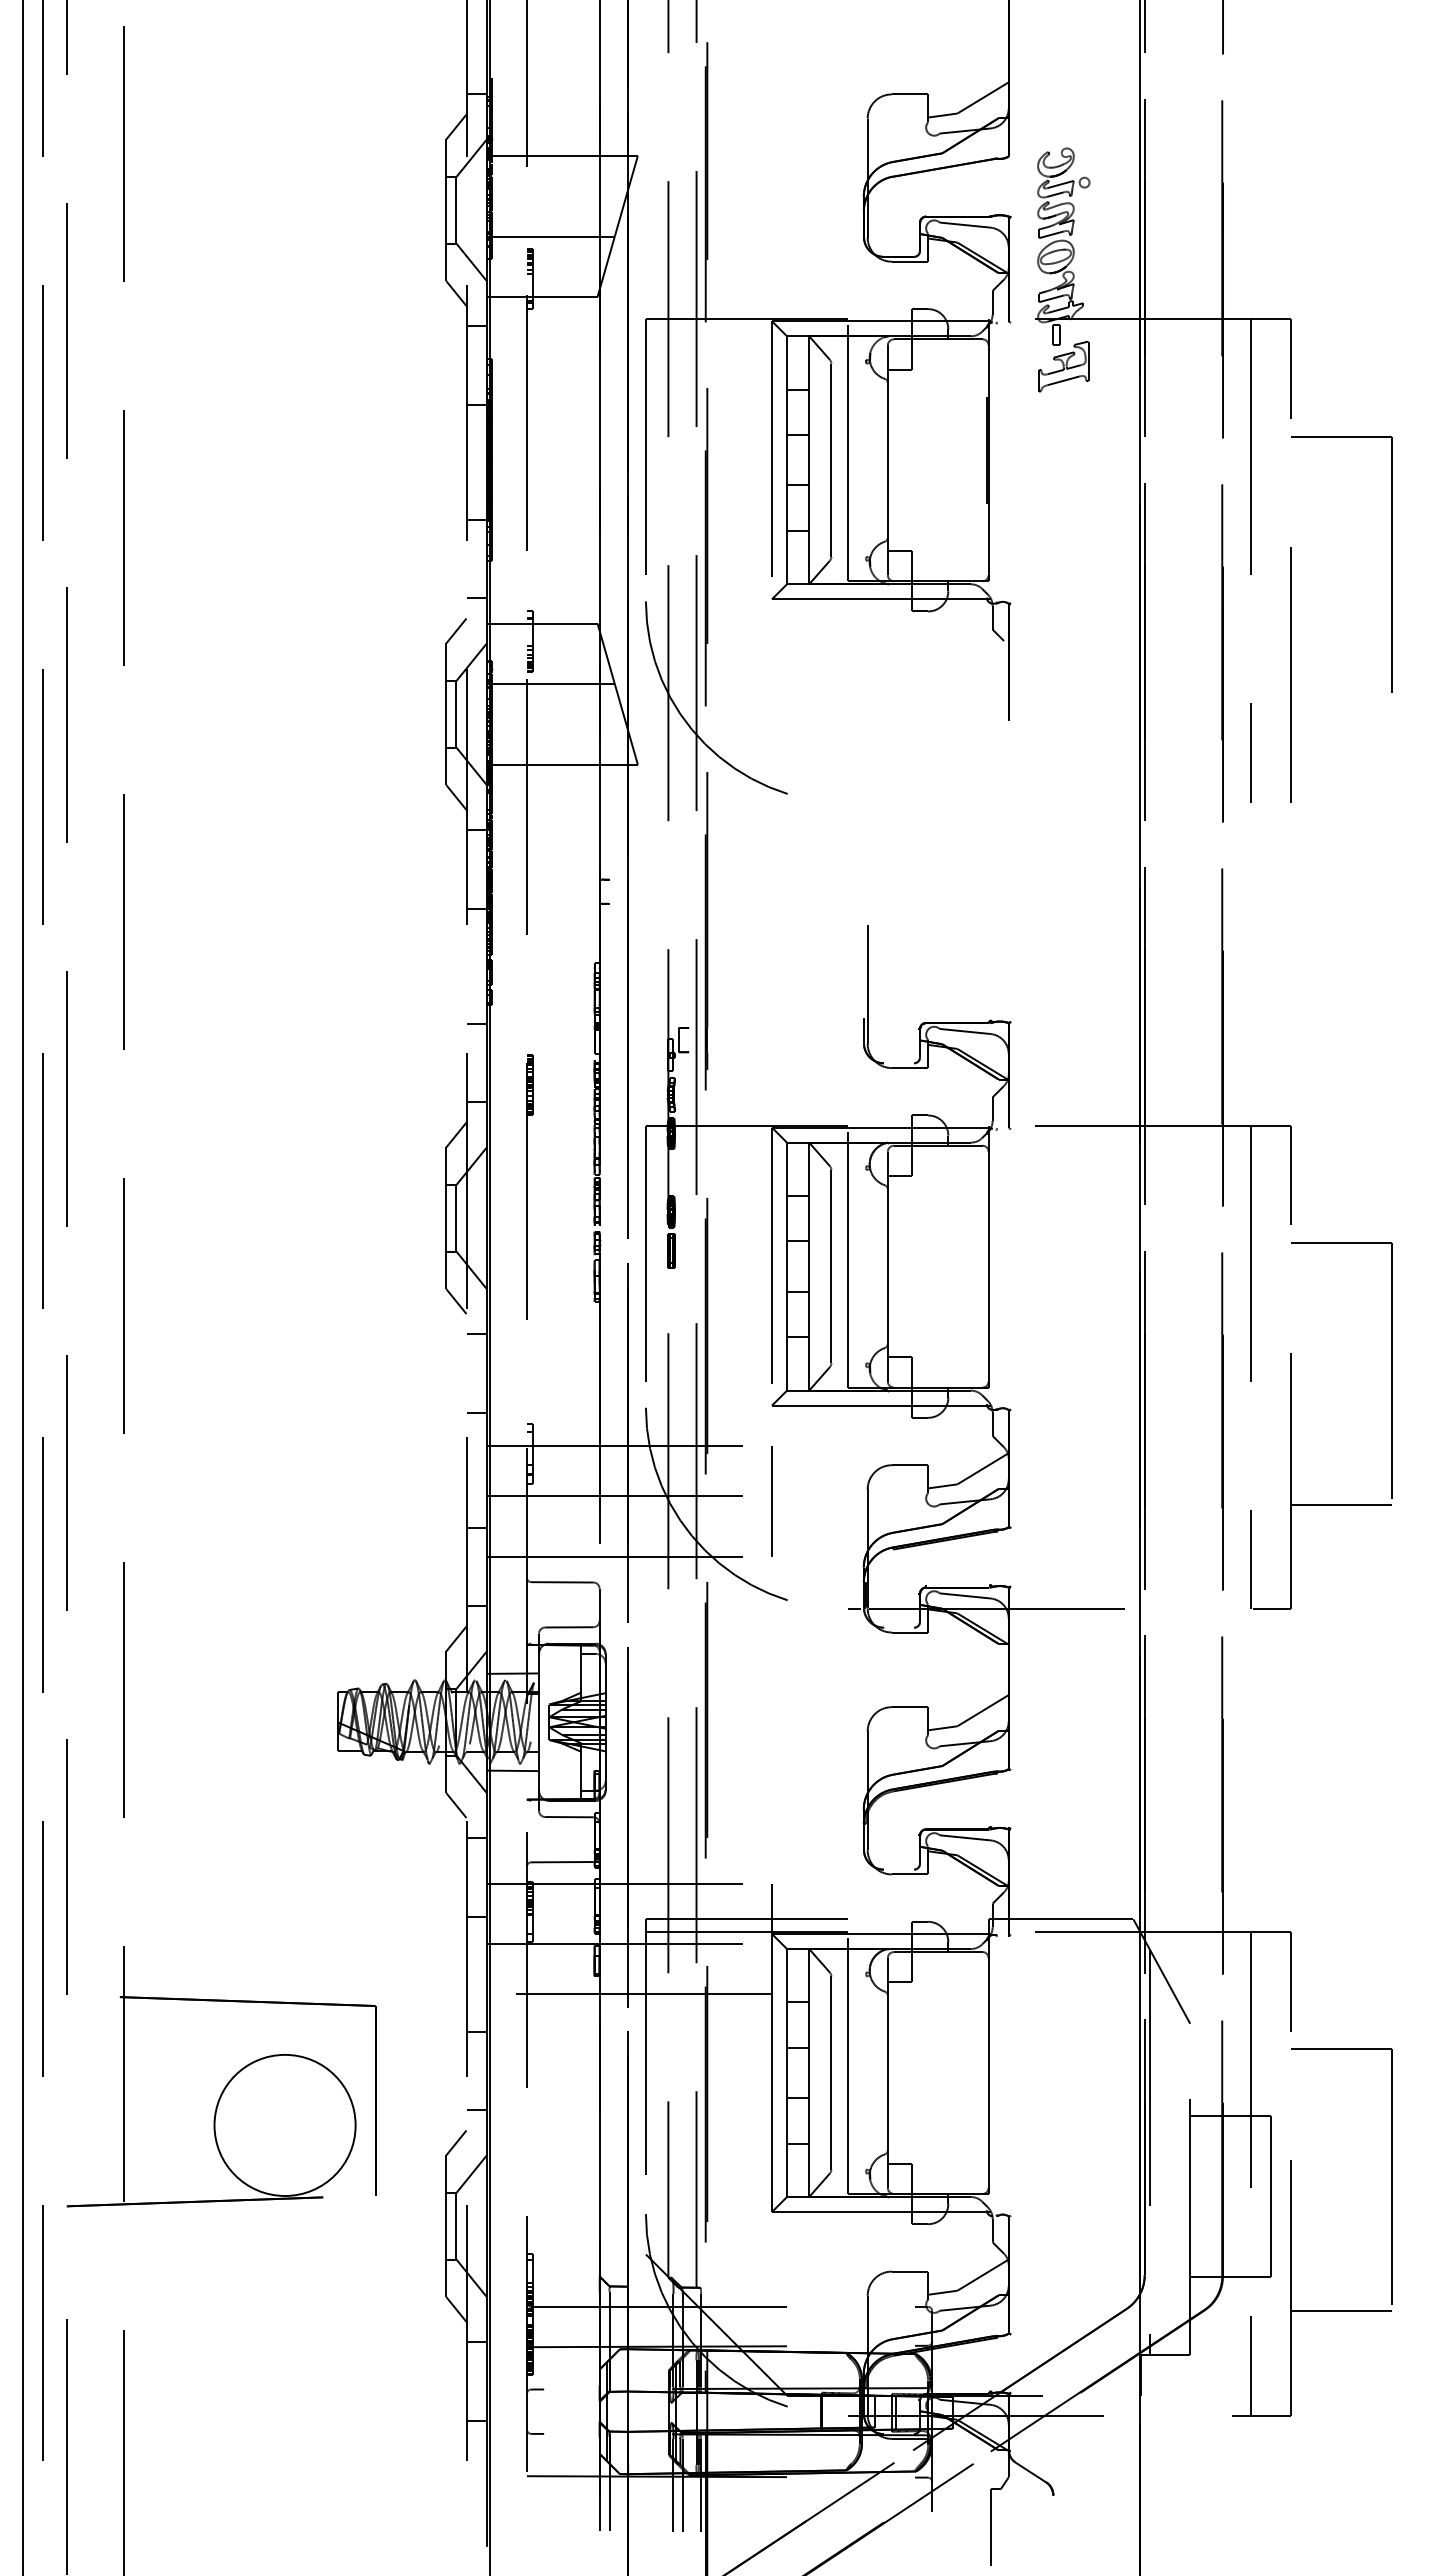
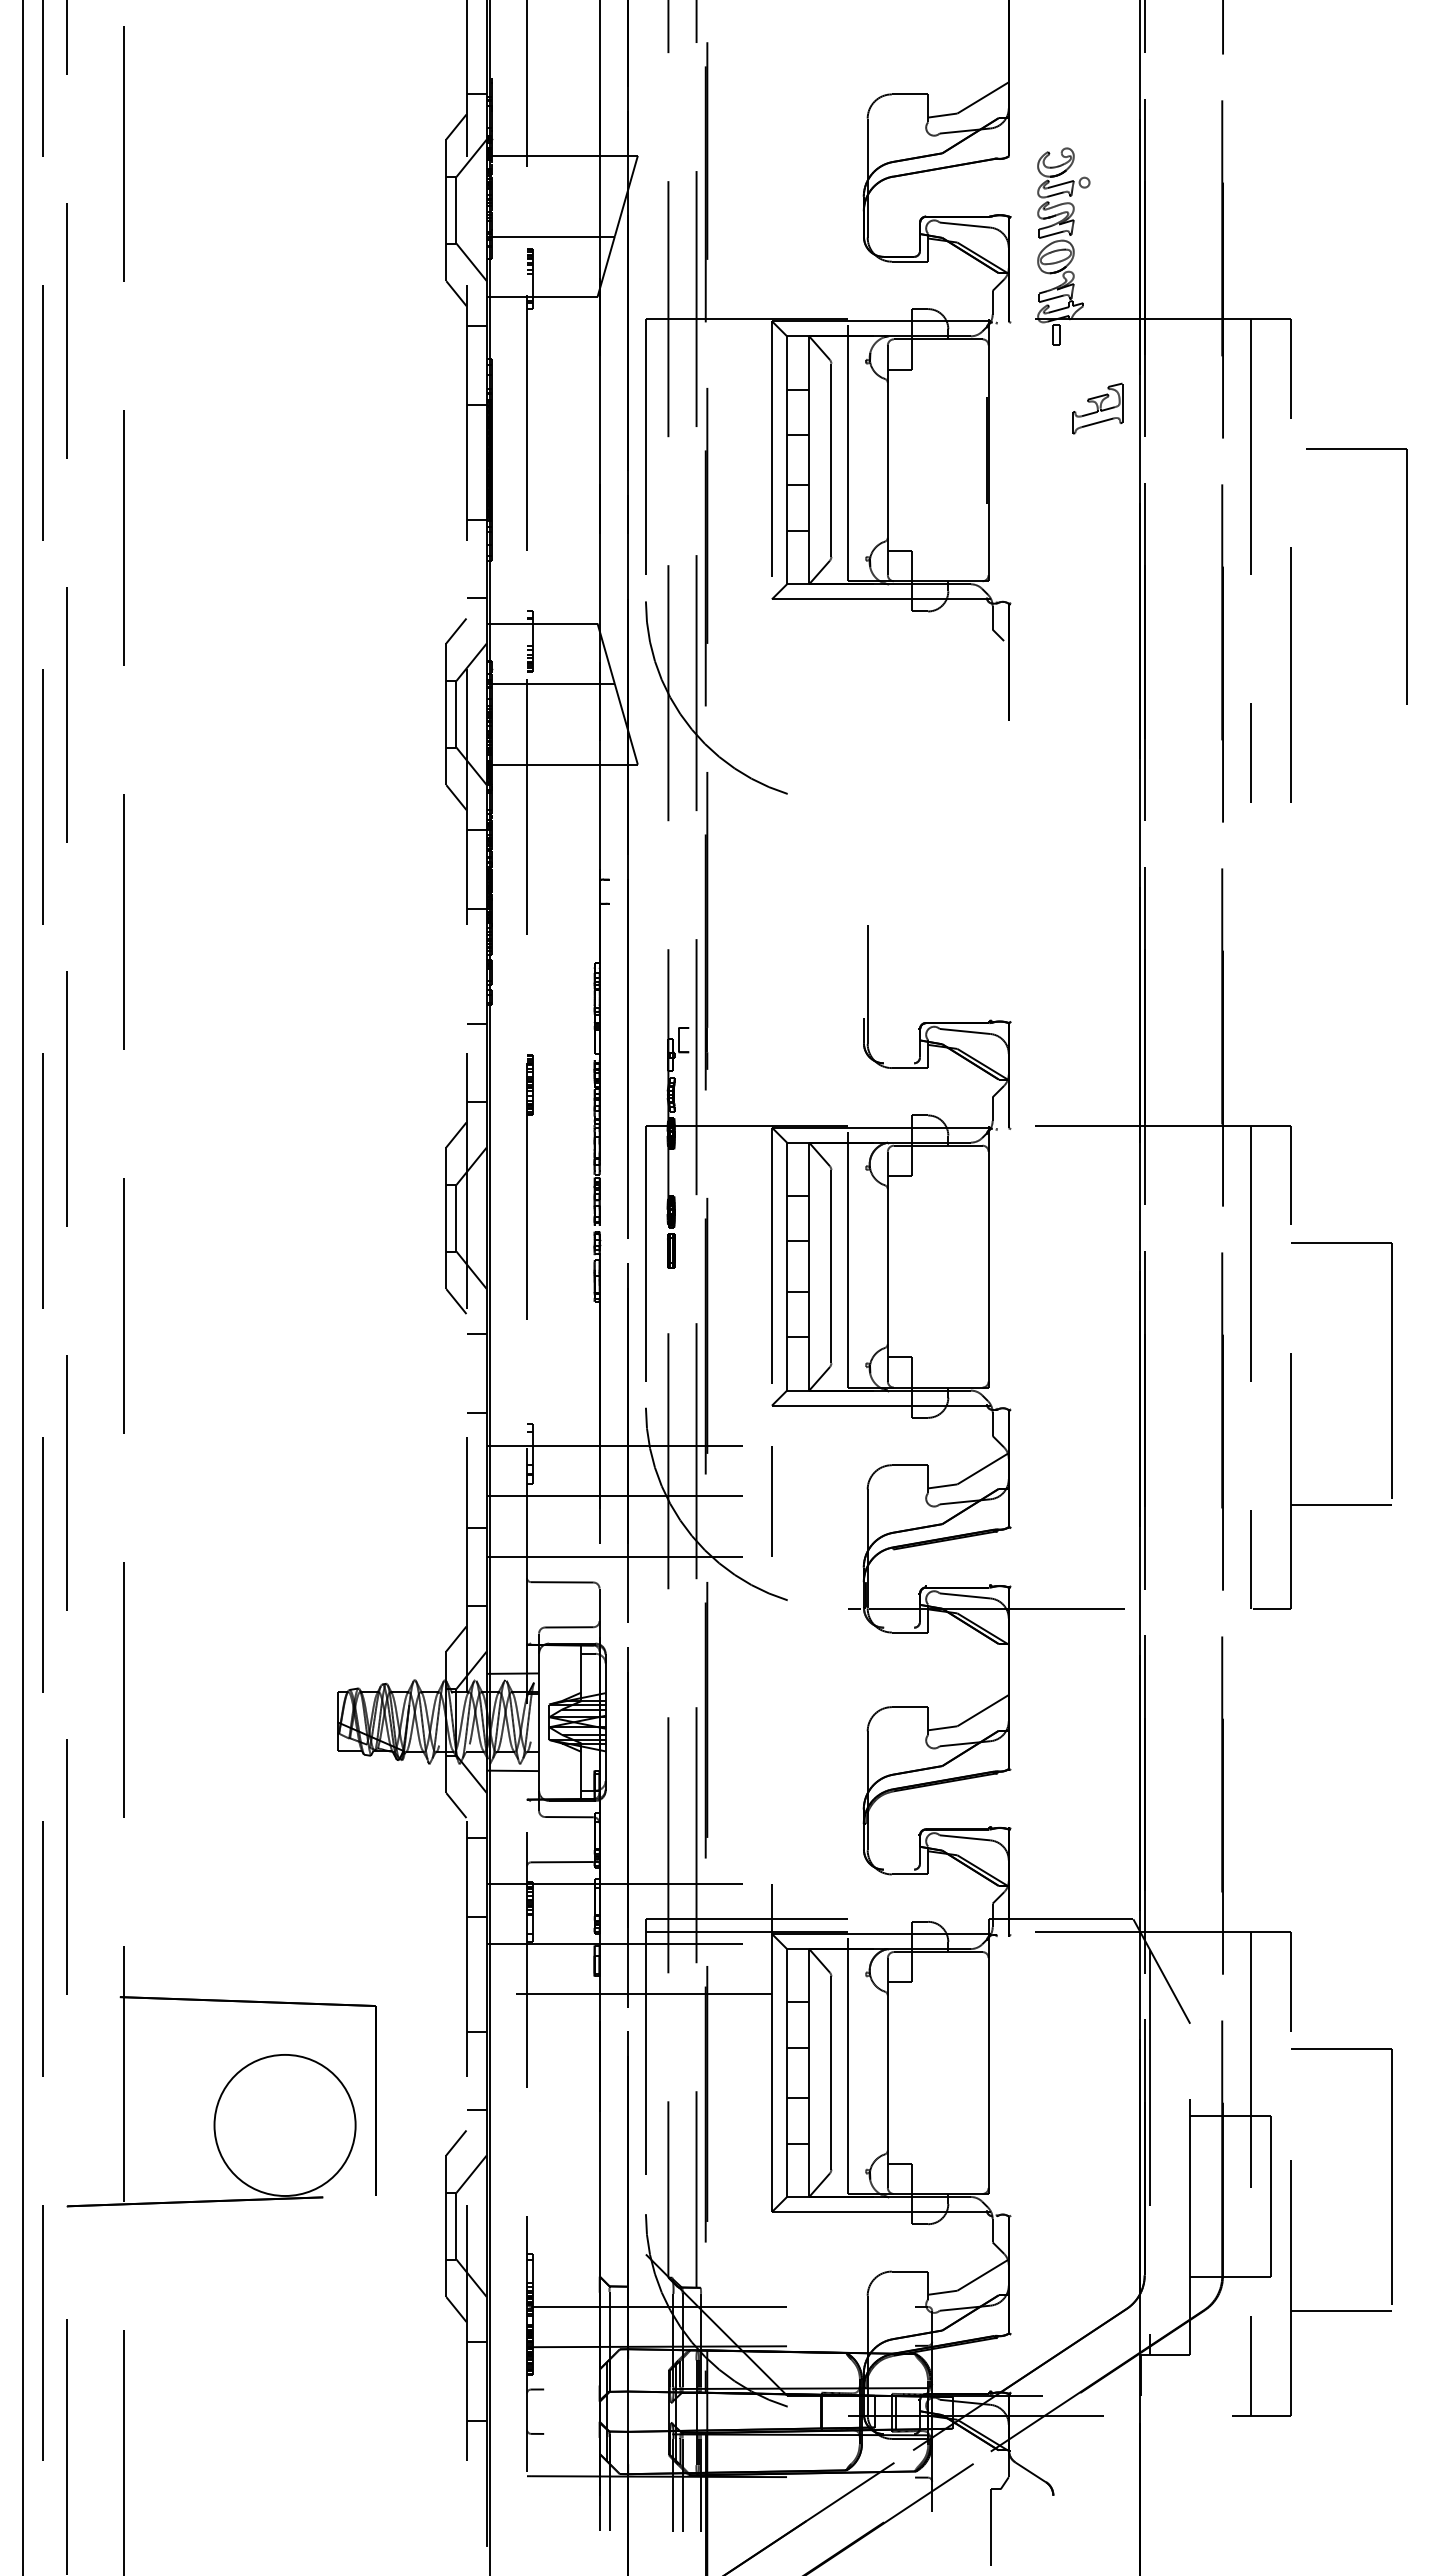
part at (1063, 366) position: (1063, 366) -> (1097, 408)
part at (1391, 564) position: (1391, 564) -> (1406, 576)
